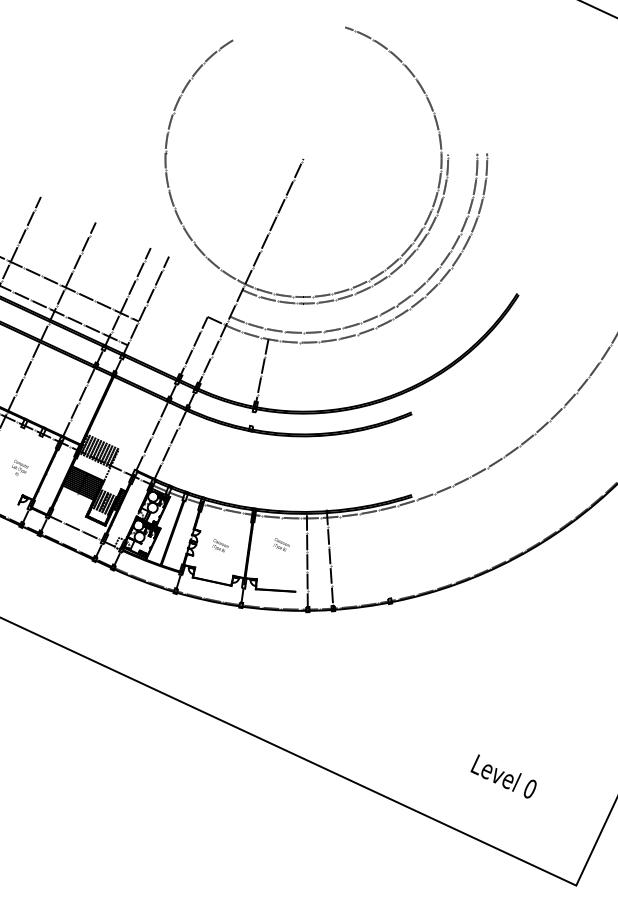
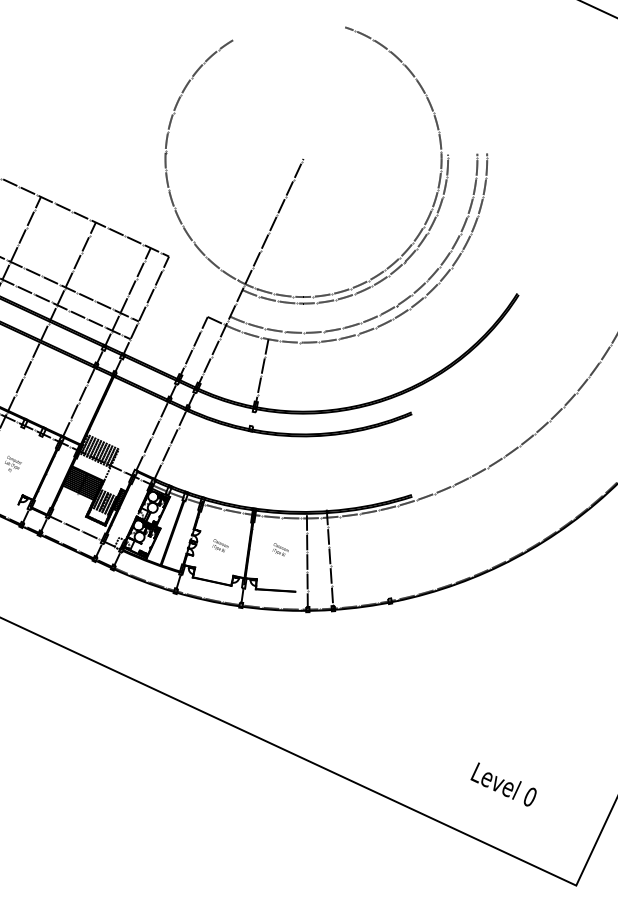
line at (85, 217): none -> present
line at (64, 316) position: (64, 316) -> (66, 309)
text at (20, 468) position: (20, 468) -> (13, 464)
text at (281, 544) position: (281, 544) -> (280, 549)
text at (503, 776) position: (503, 776) -> (503, 784)
